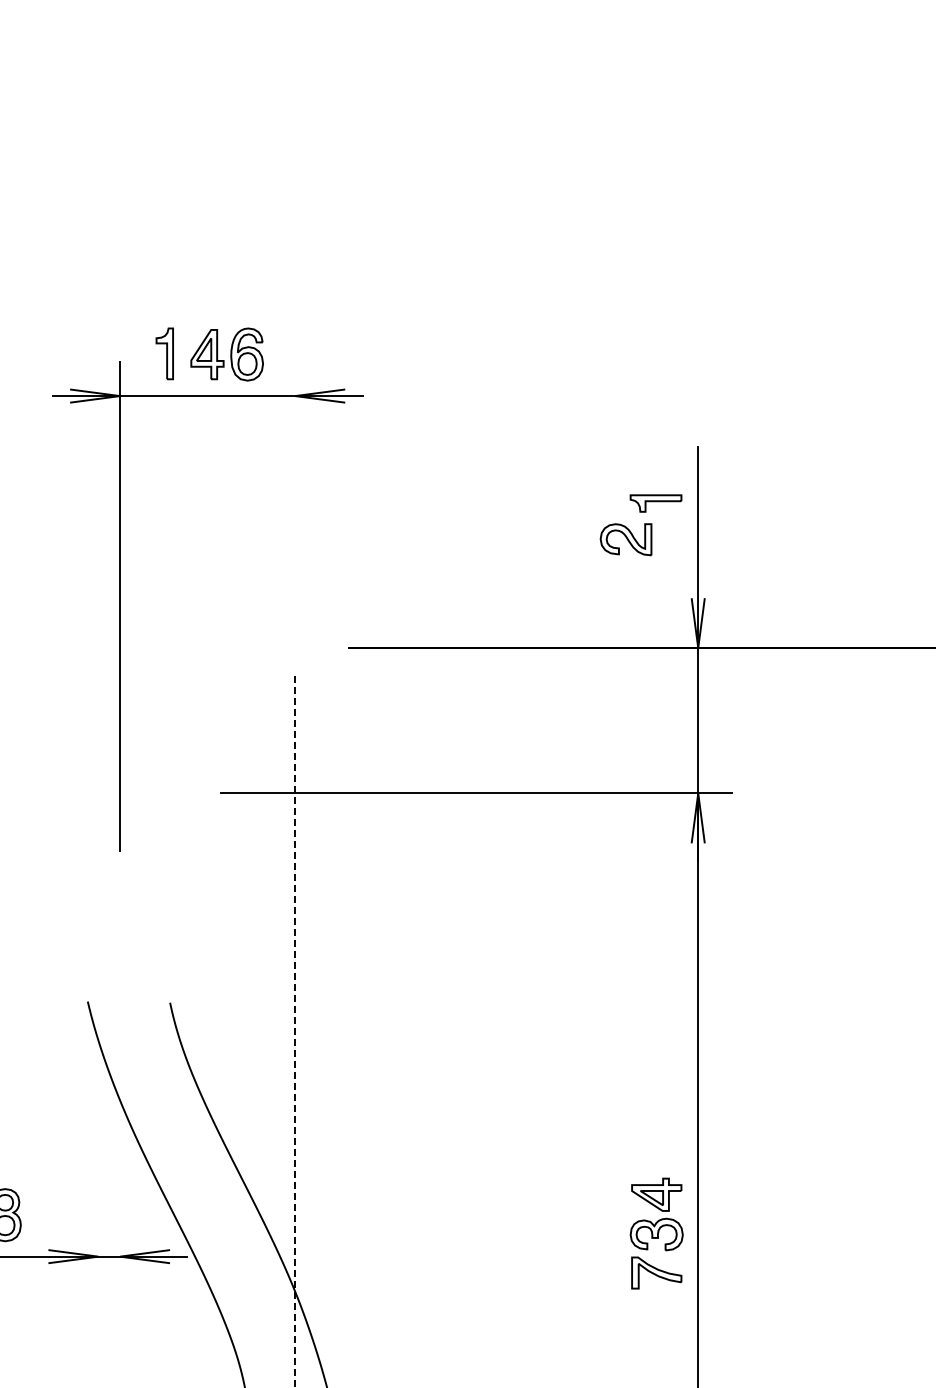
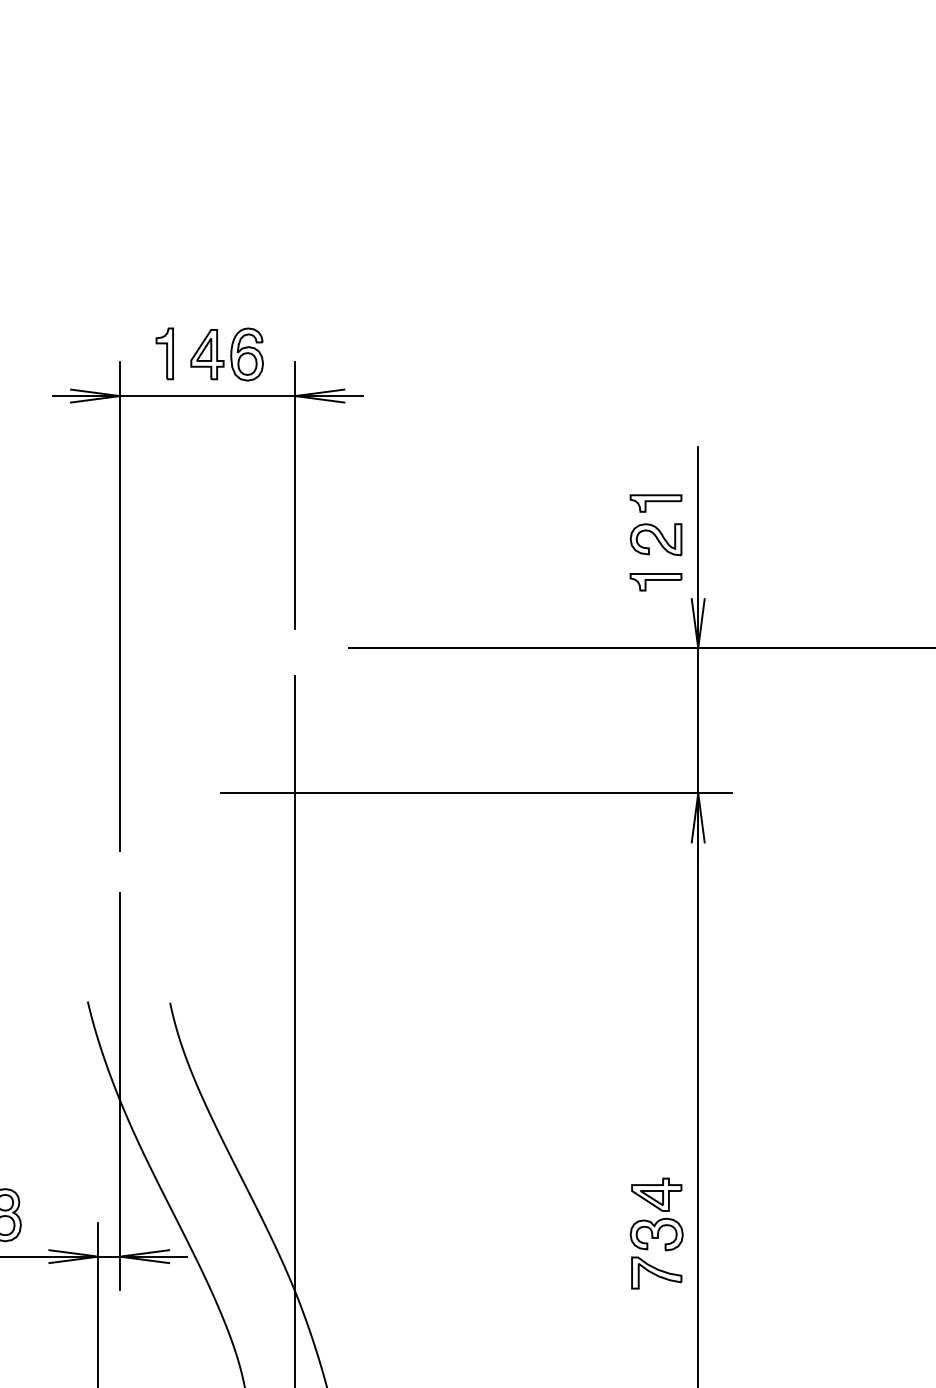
line at (295, 495): none -> present
part at (625, 539) position: (625, 539) -> (655, 539)
part at (655, 582): none -> present
line at (295, 1032): dashed -> solid
line at (120, 1091): none -> present
line at (98, 1303): none -> present
